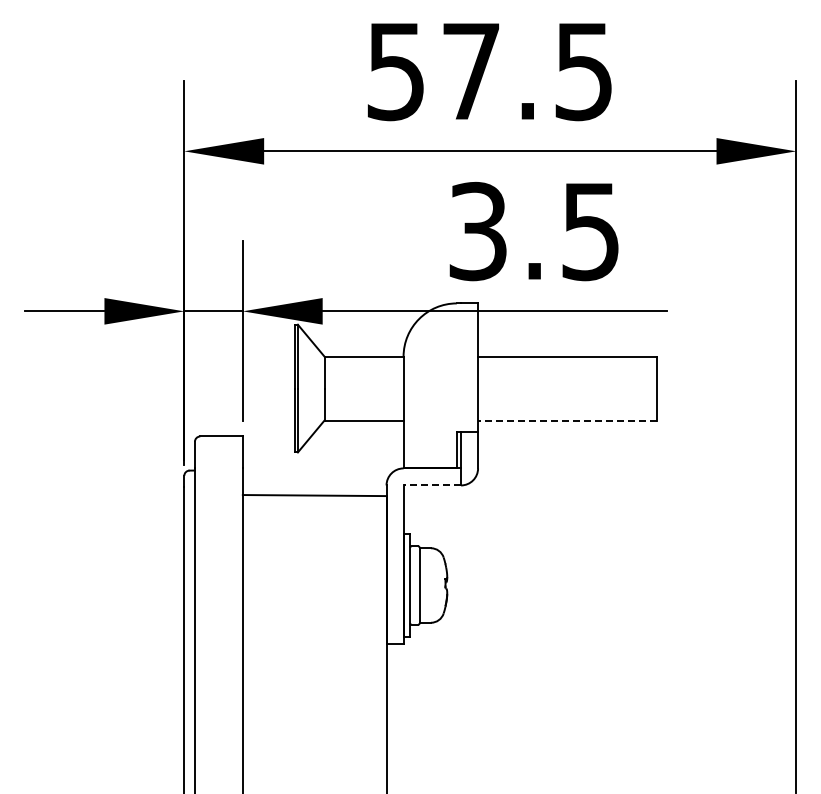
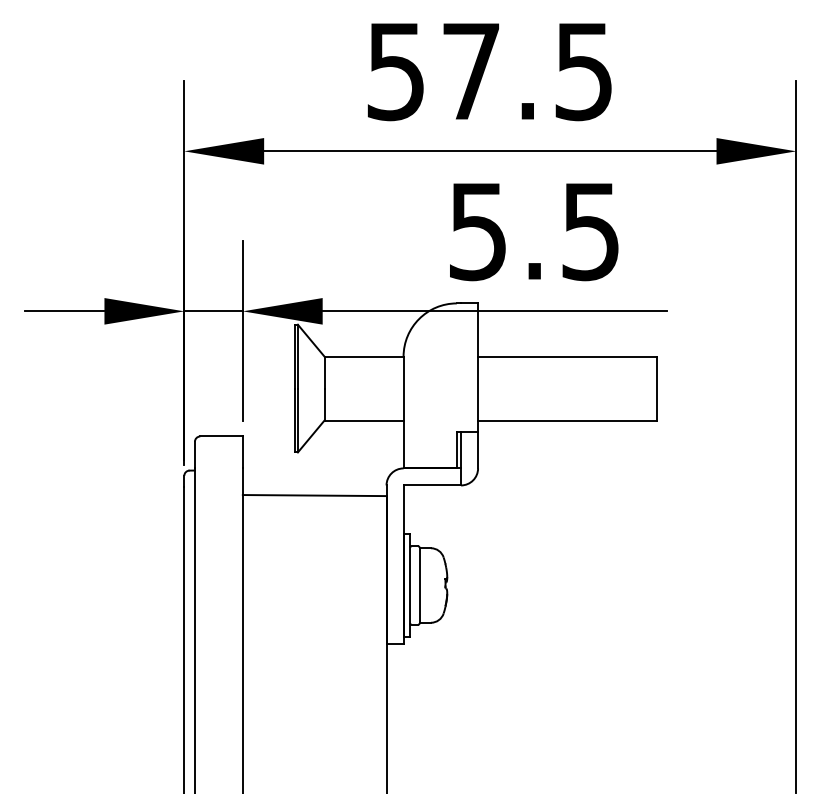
text at (477, 230): 3.5 -> 5.5
line at (566, 420): dashed -> solid
line at (432, 485): dashed -> solid
